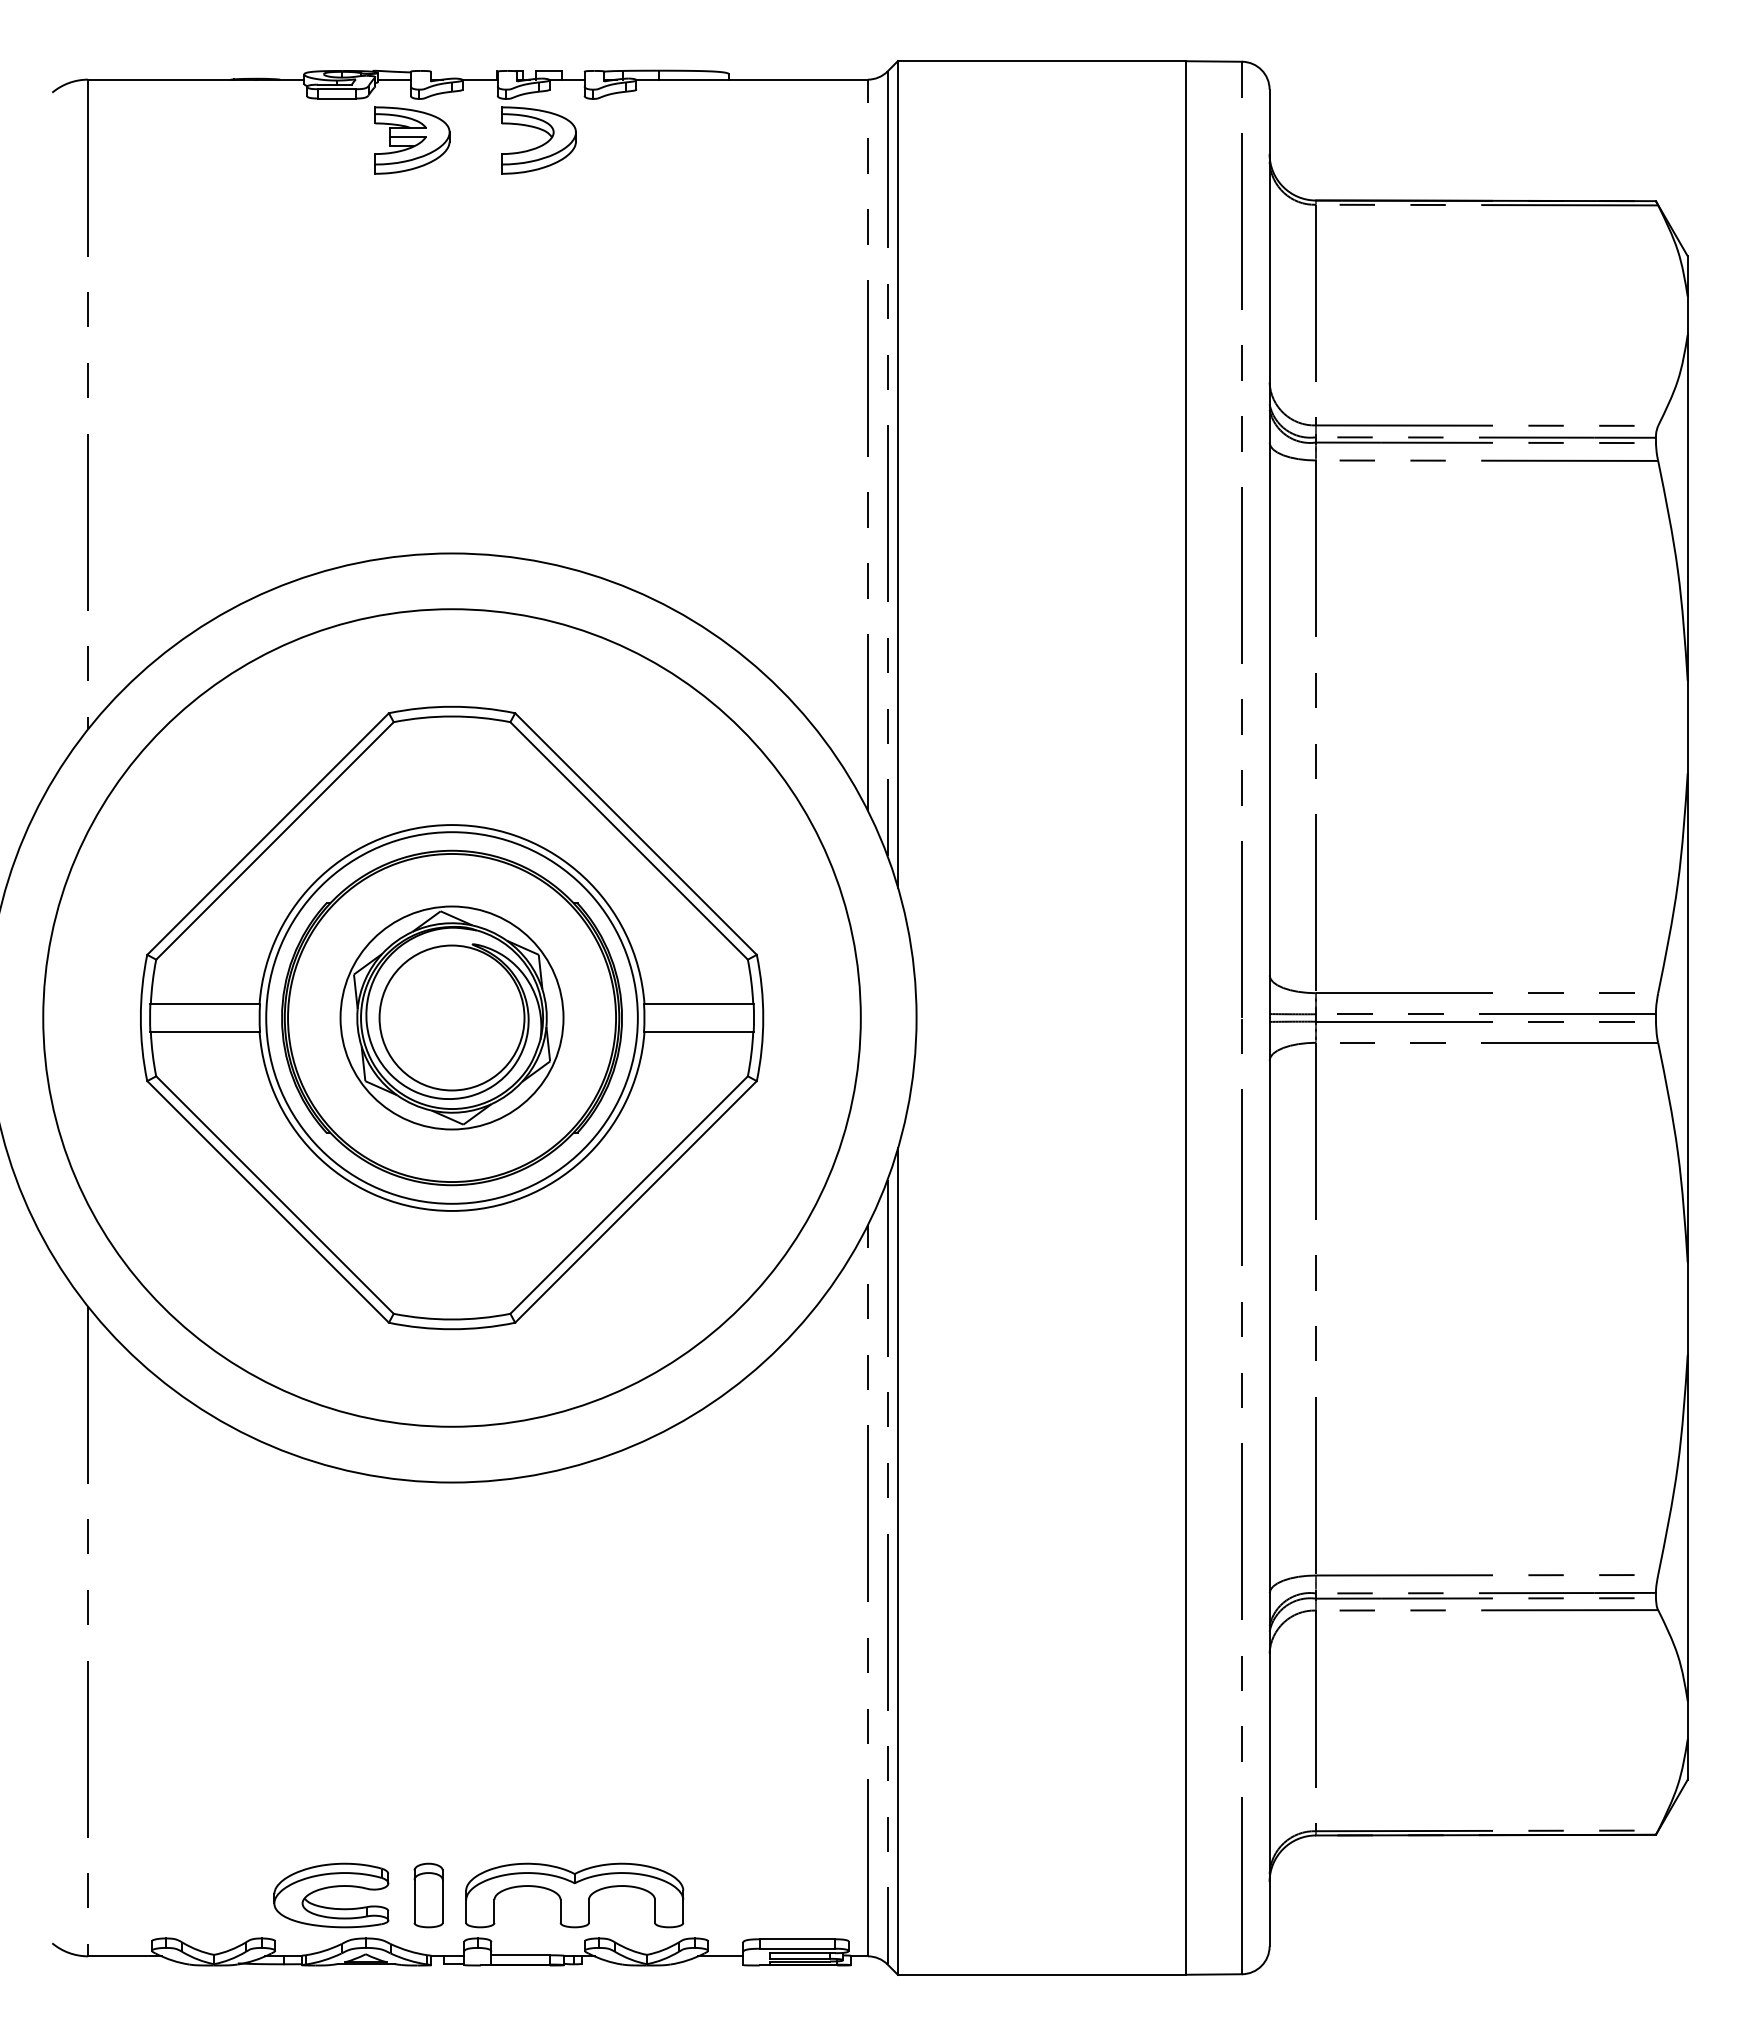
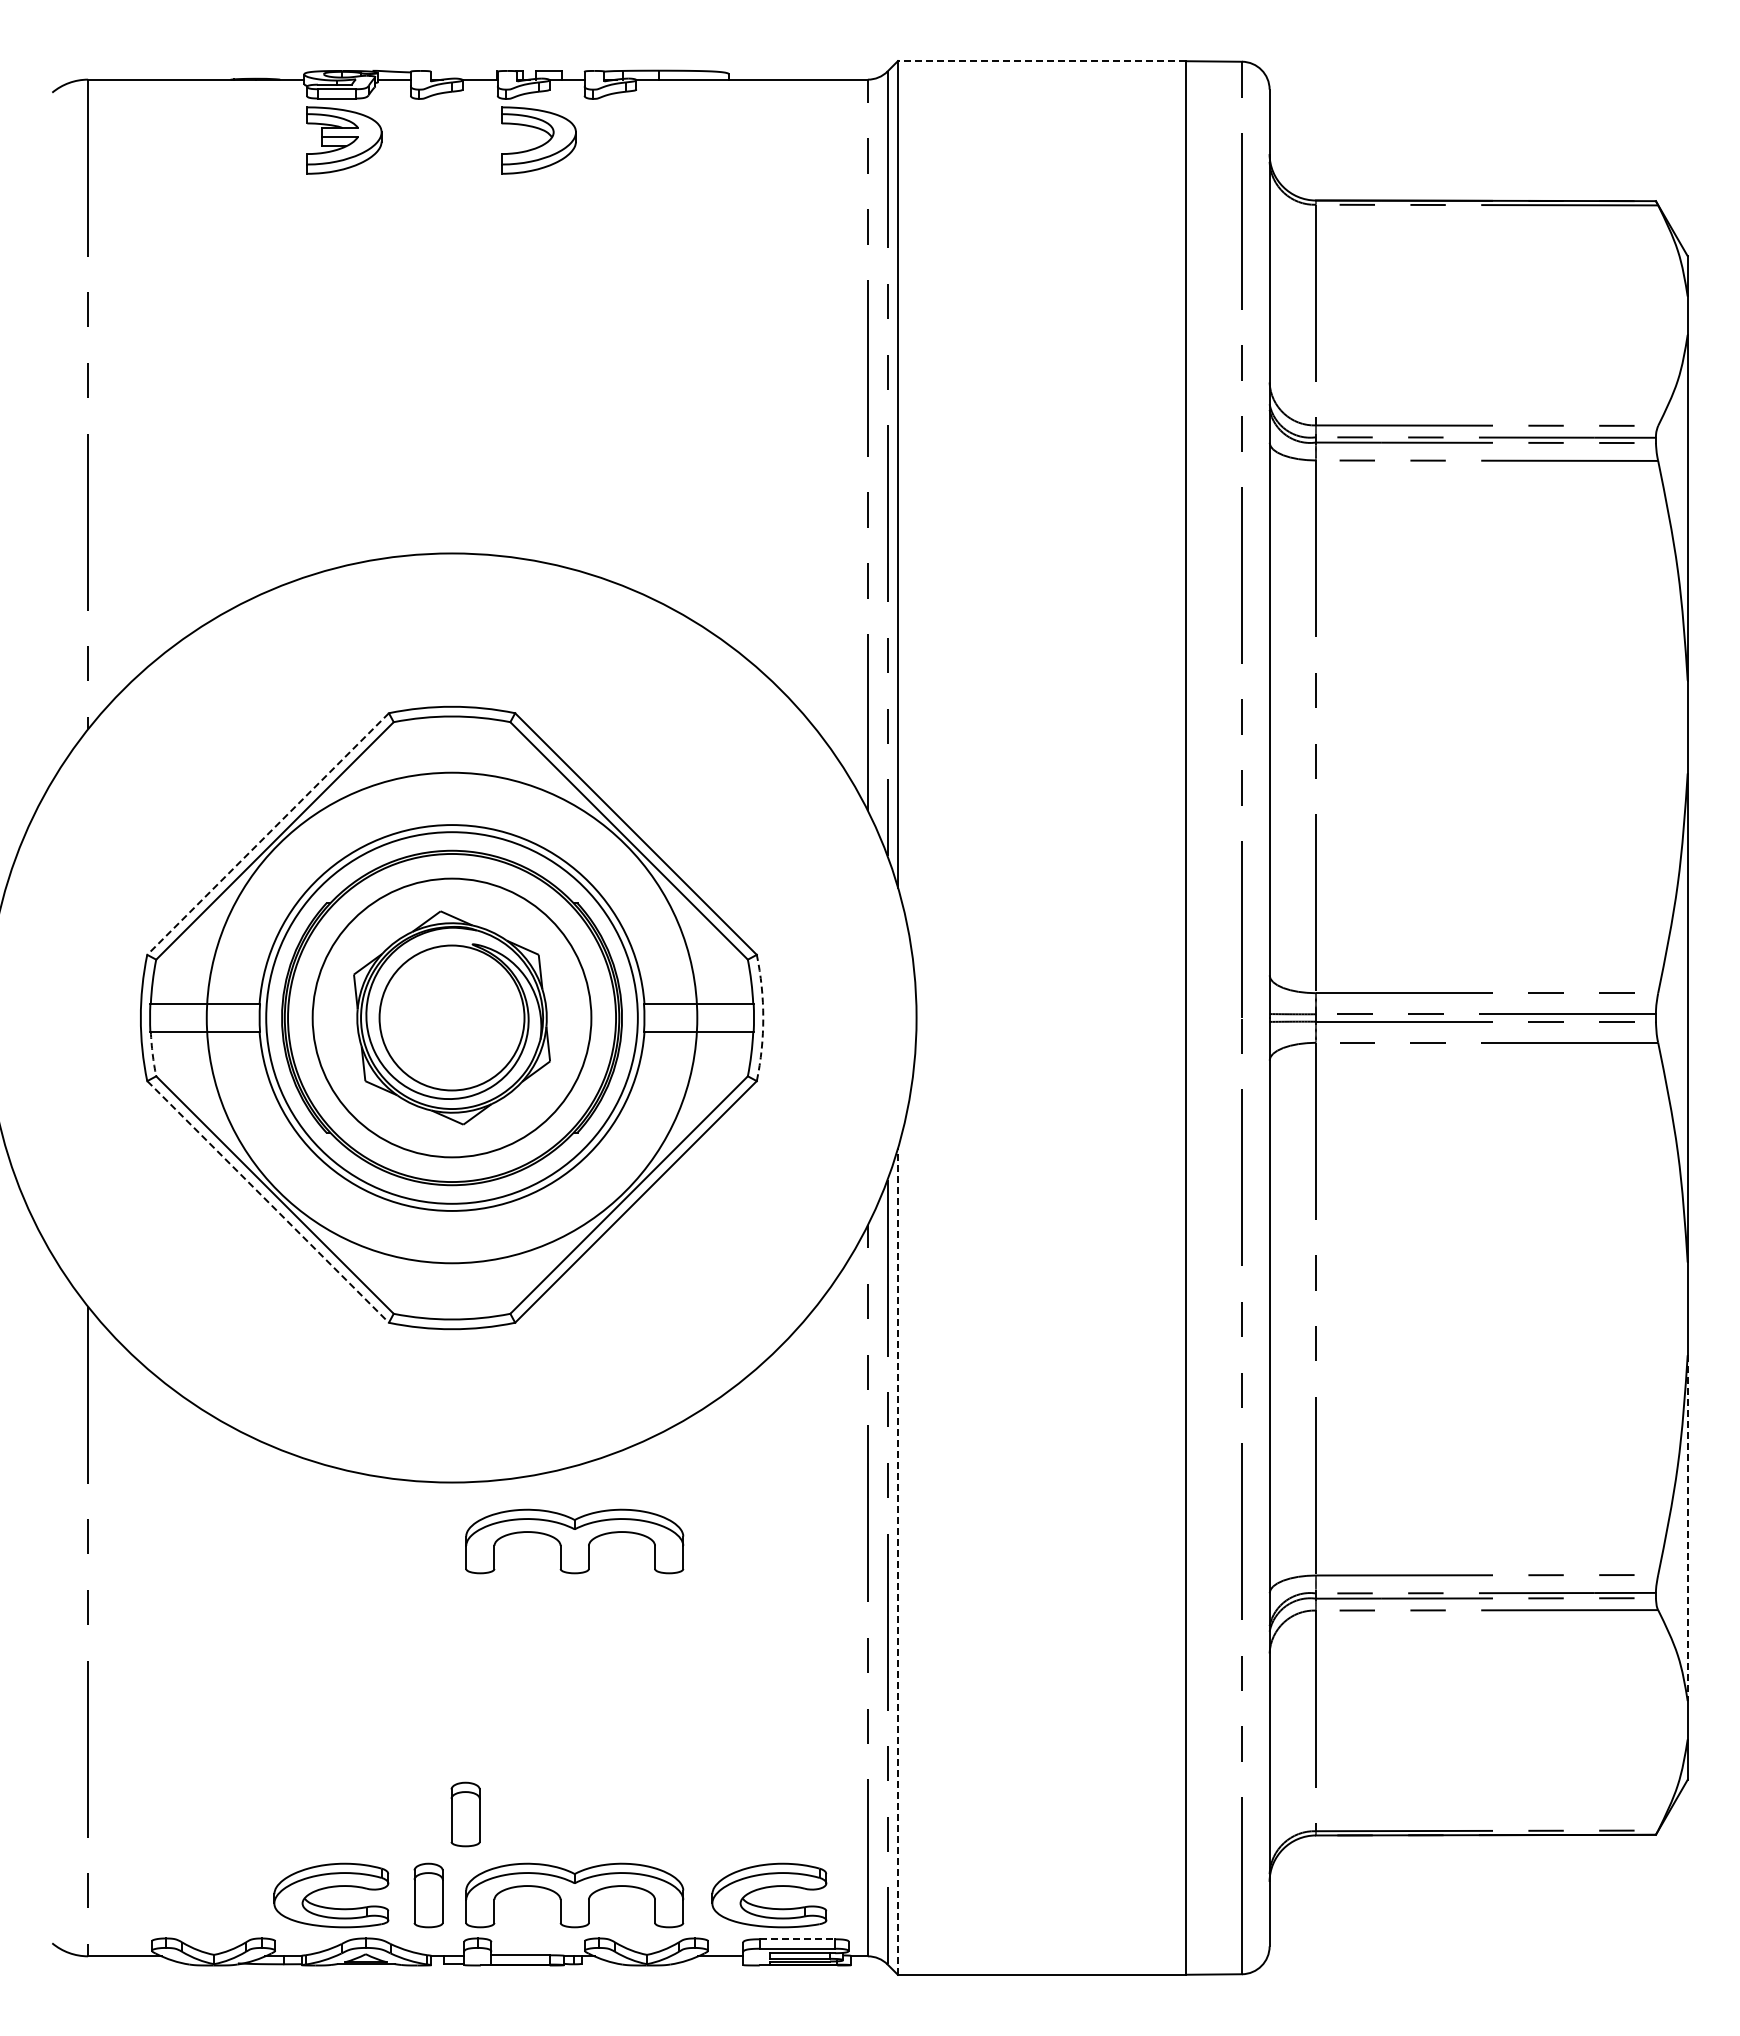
line at (1041, 61): solid -> dashed
part at (412, 140) position: (412, 140) -> (344, 140)
line at (268, 834): solid -> dashed
circle at (451, 1017) diameter: 223 px -> 279 px
circle at (451, 1017) diameter: 818 px -> 491 px
arc at (763, 1018): solid -> dashed
arc at (152, 1054): solid -> dashed
line at (268, 1201): solid -> dashed
line at (1687, 1528): solid -> dashed
part at (574, 1541): none -> present
line at (897, 1560): solid -> dashed
part at (465, 1814): none -> present
part at (767, 1888): none -> present
line at (797, 1939): solid -> dashed
